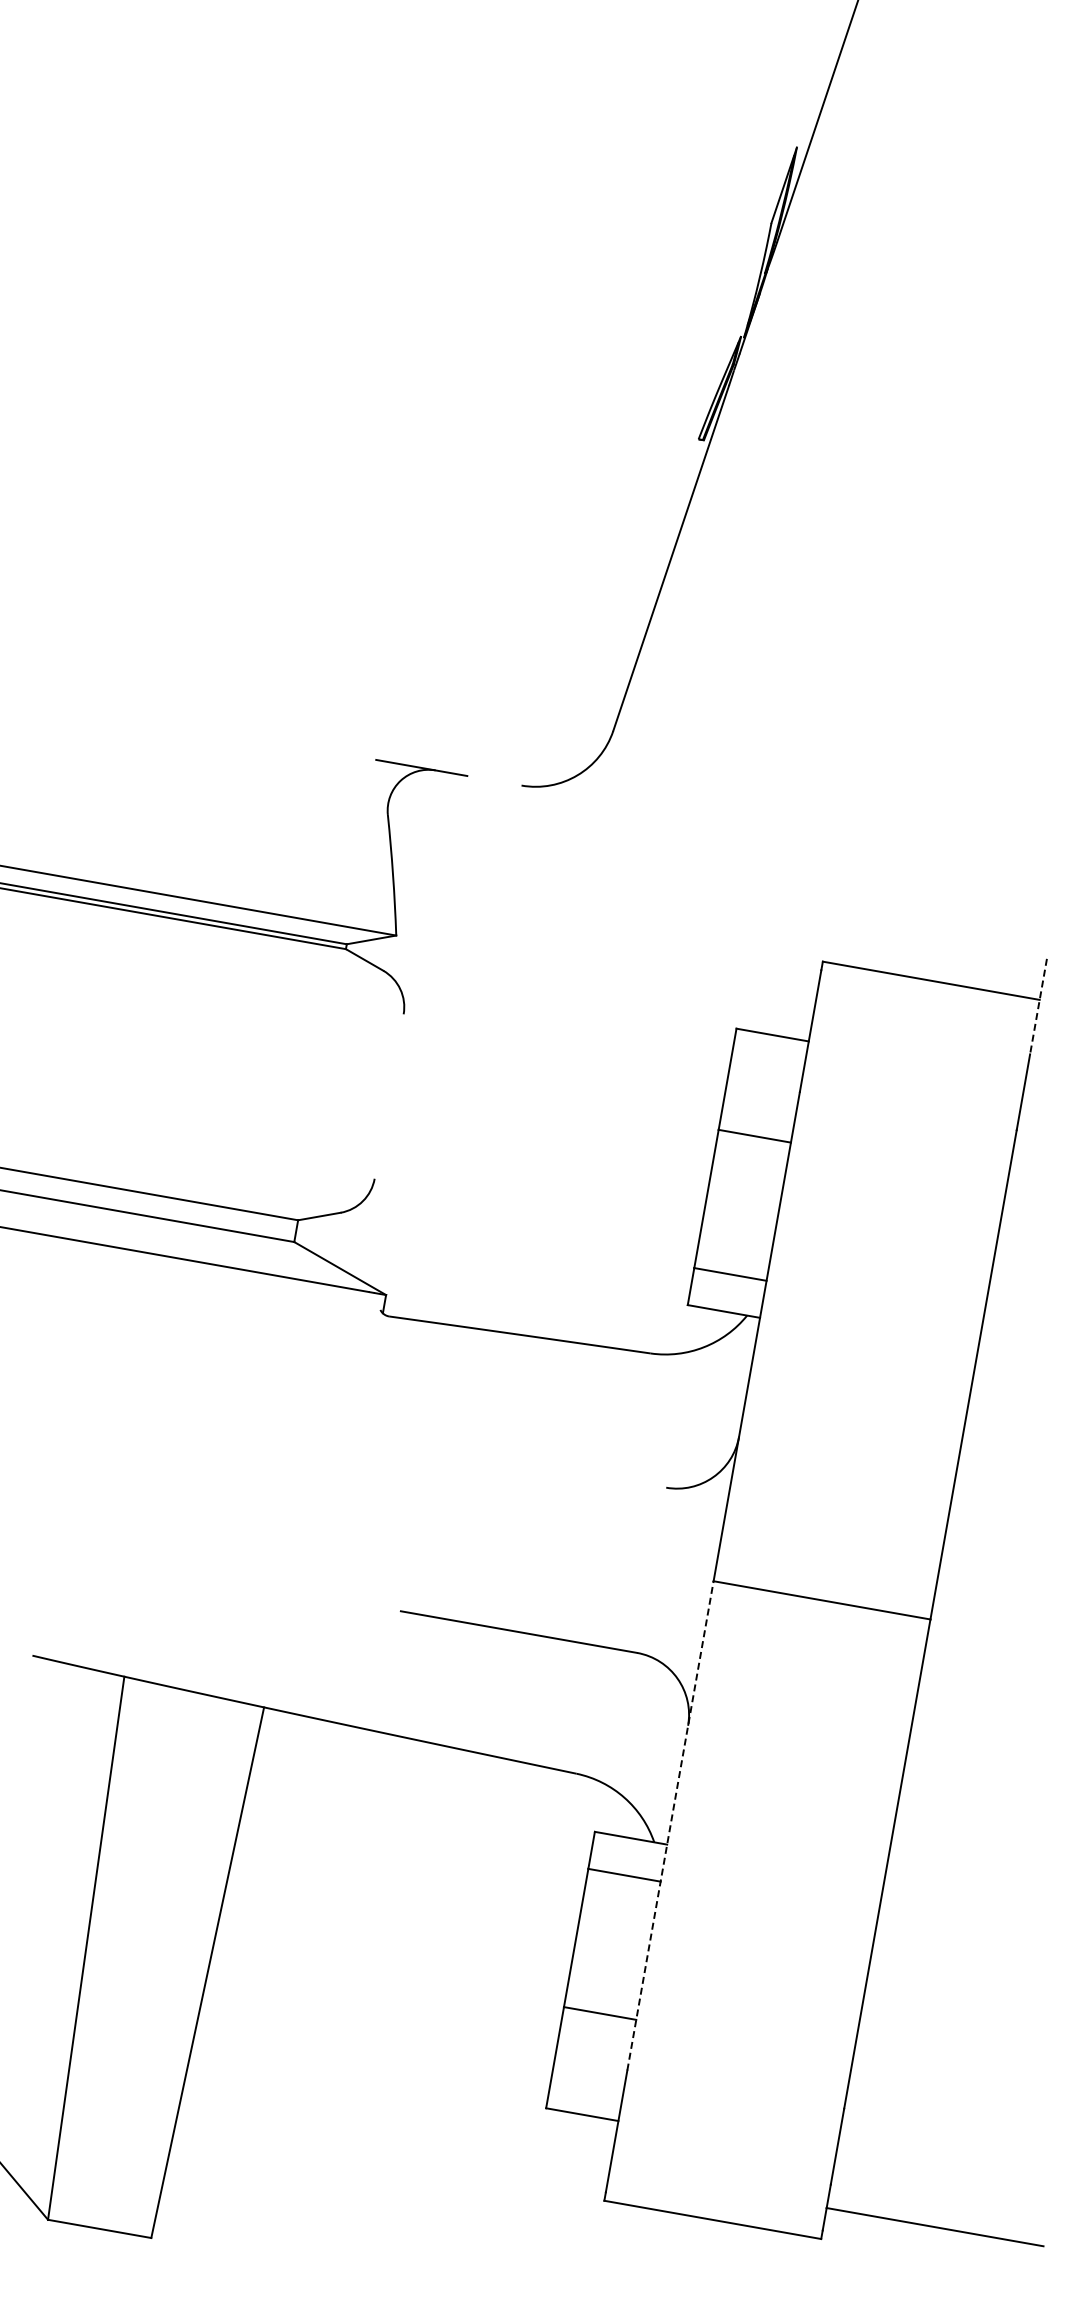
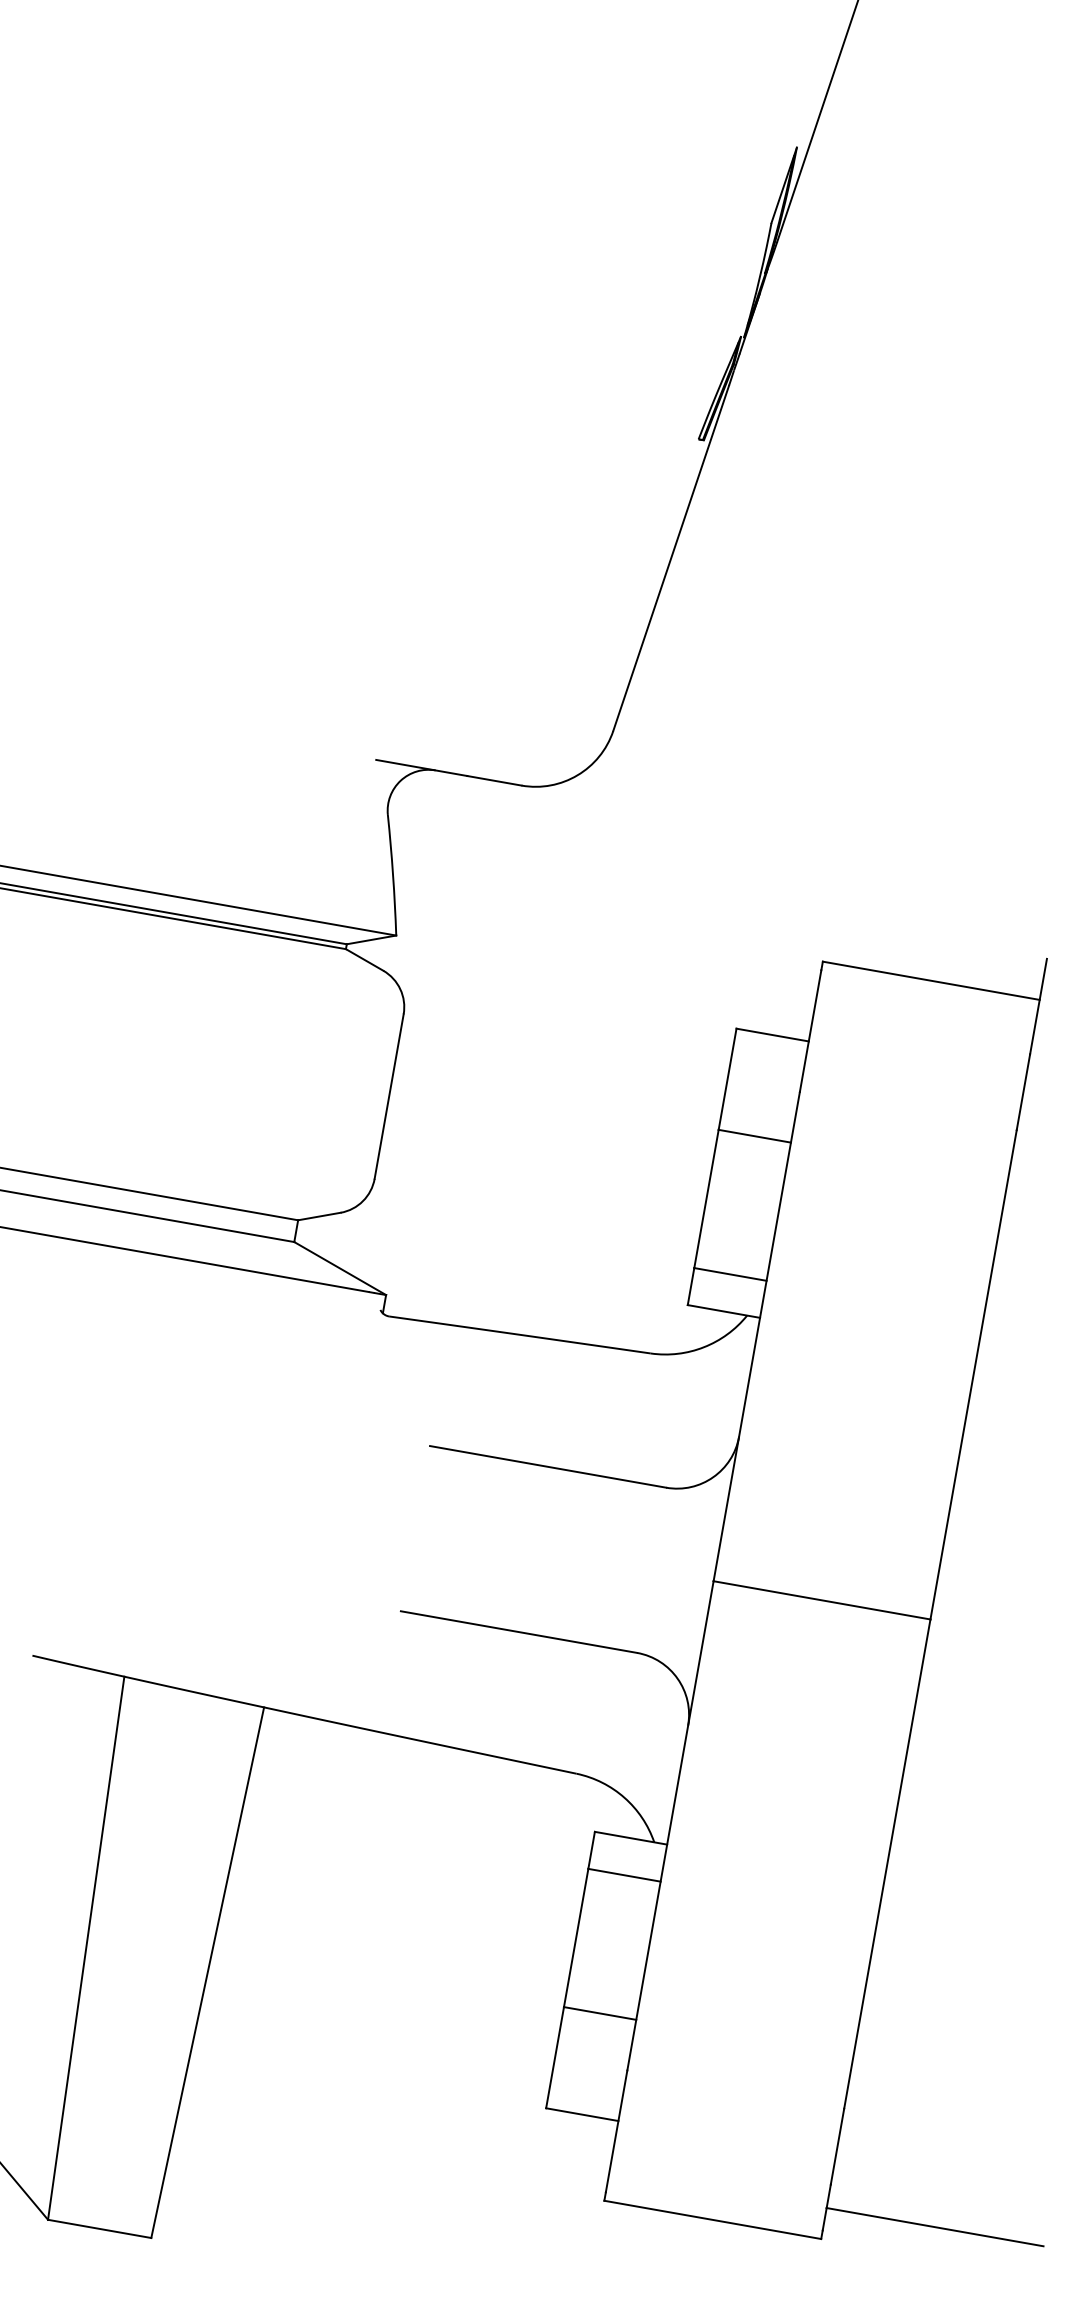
line at (494, 780): none -> present
line at (1038, 1007): dashed -> solid
line at (388, 1096): none -> present
line at (548, 1466): none -> present
line at (670, 1825): dashed -> solid
